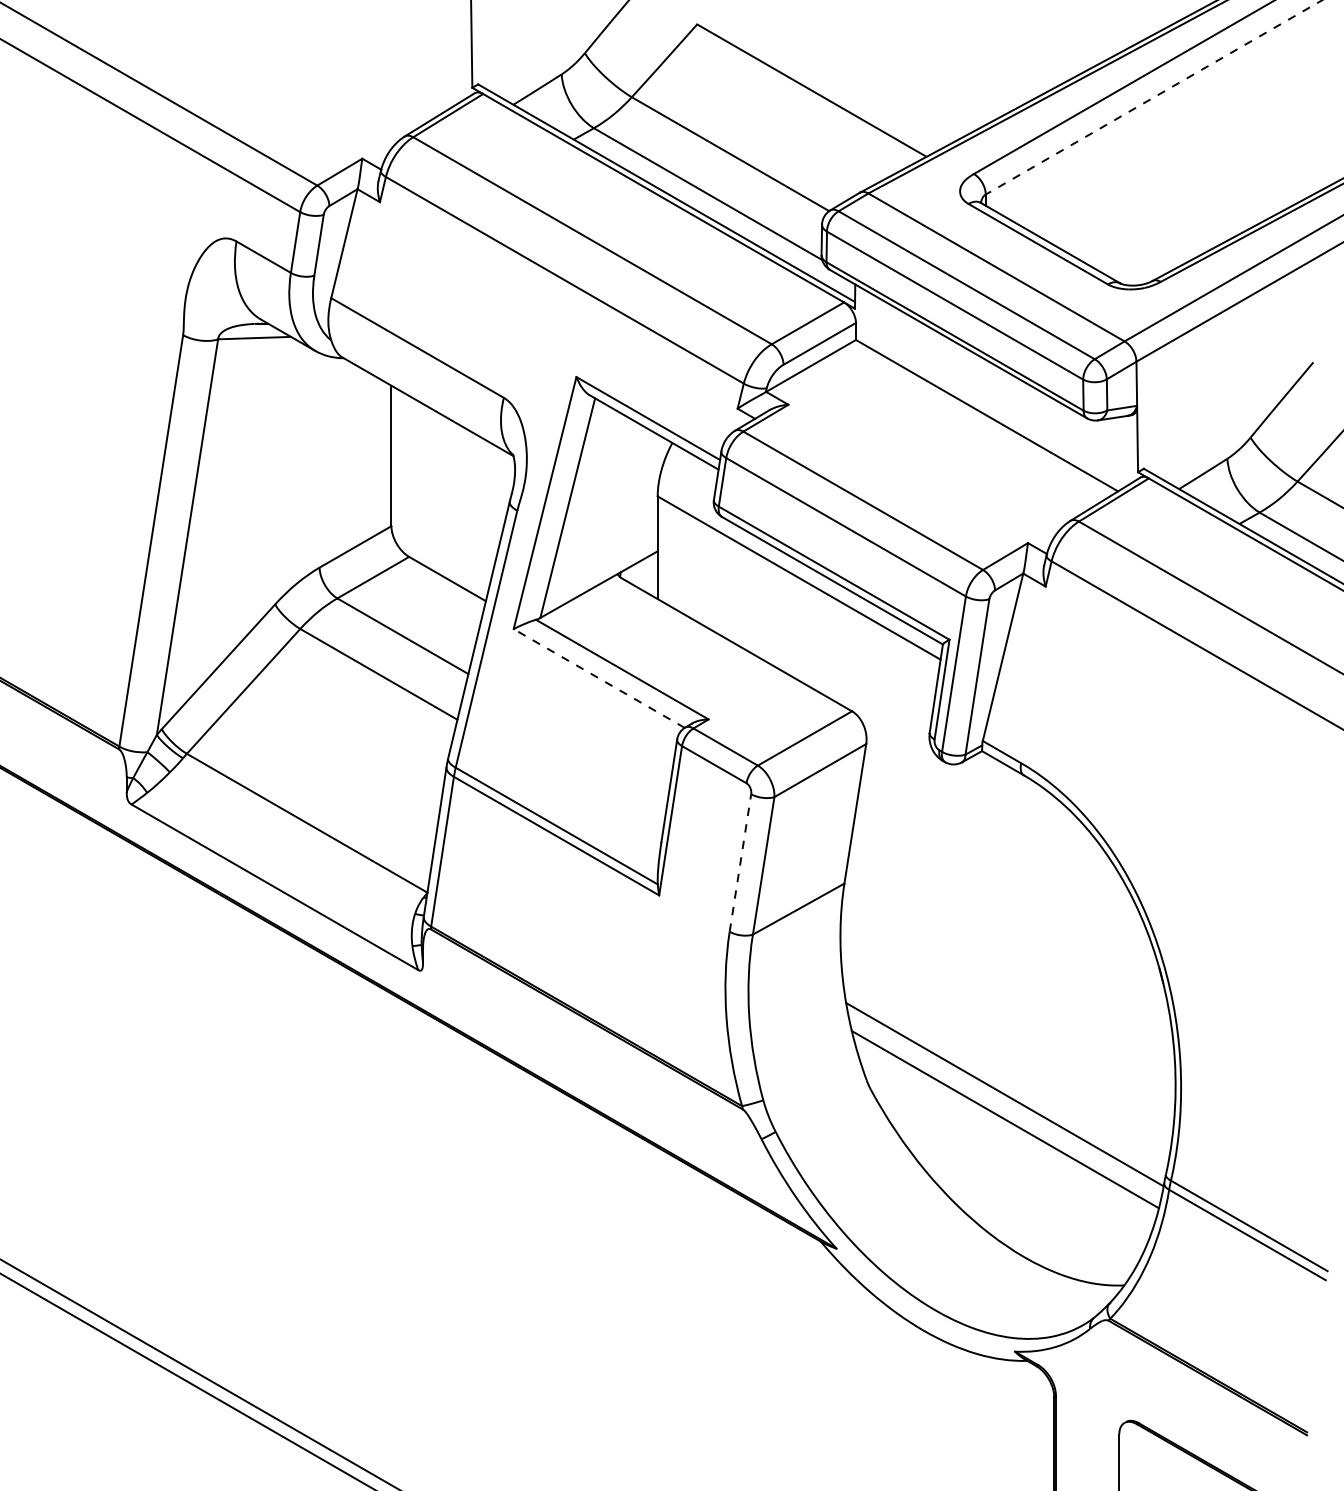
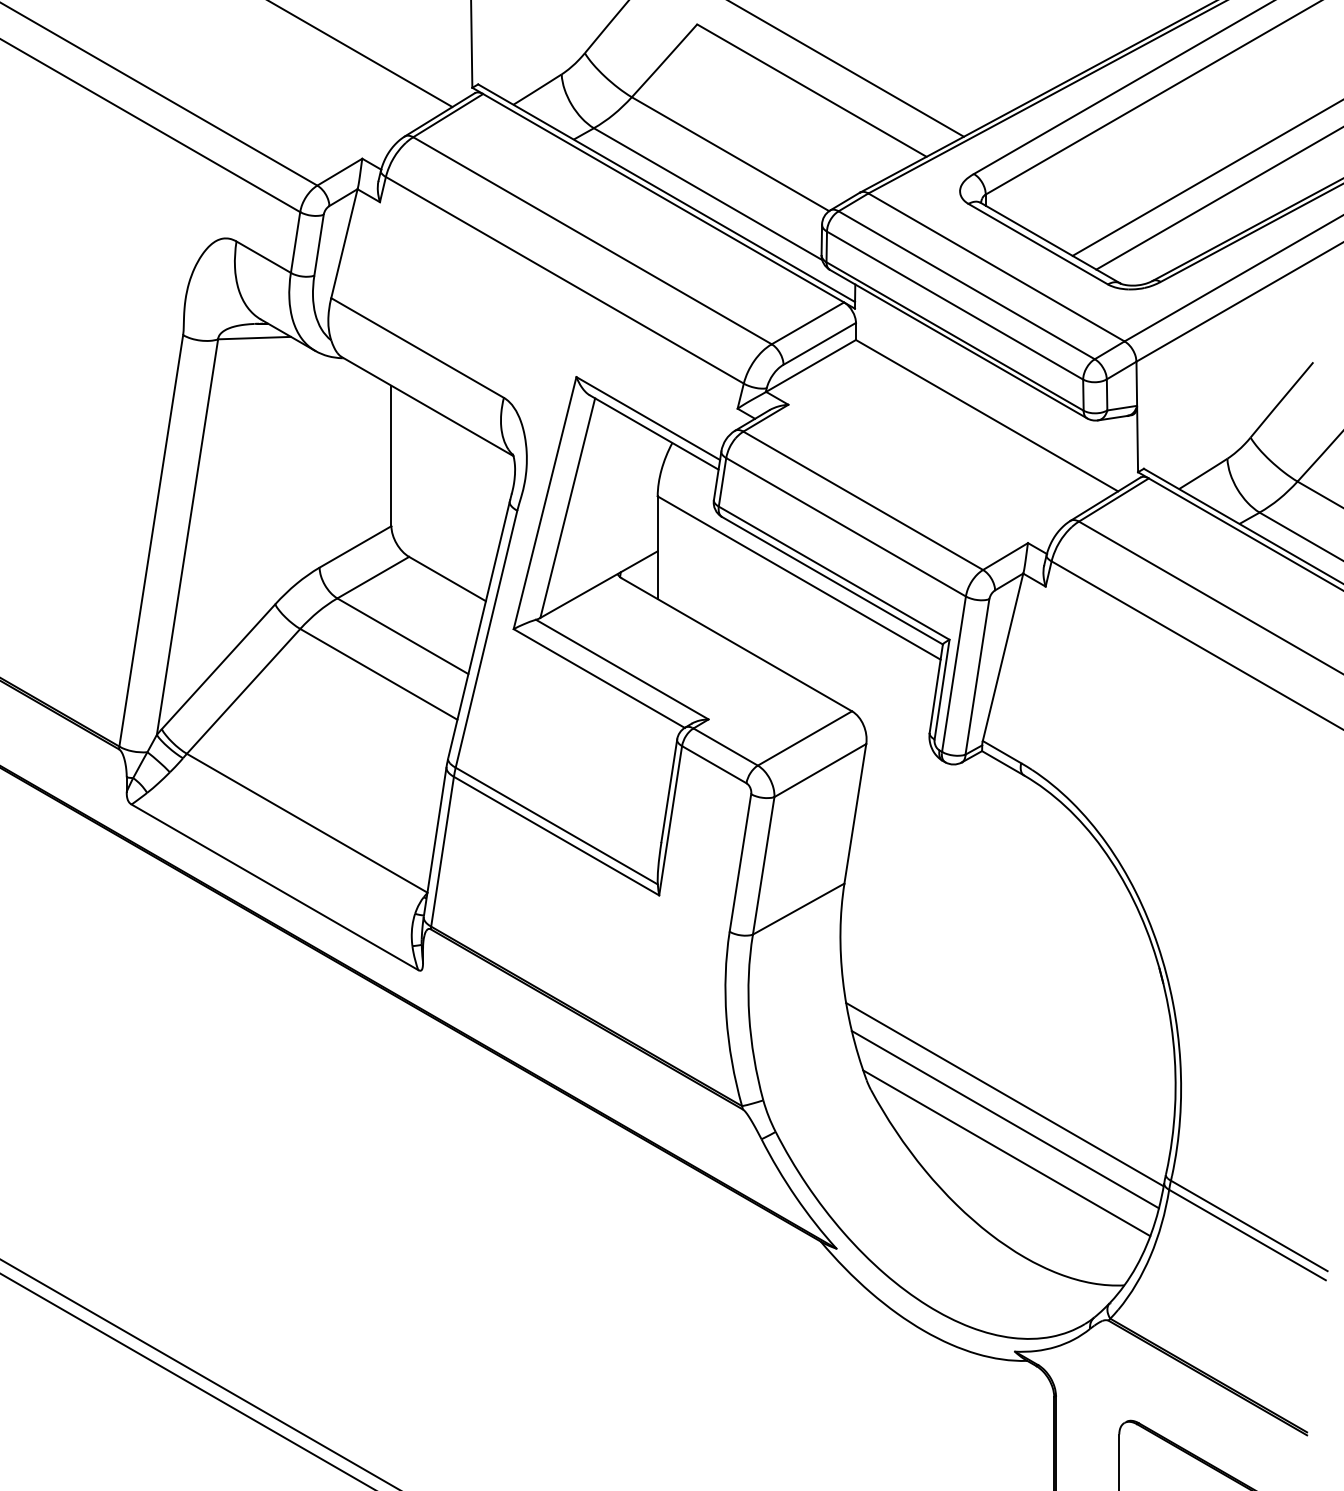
line at (361, 54): none -> present
line at (846, 69): none -> present
line at (1154, 97): dashed -> solid
line at (1206, 178): none -> present
line at (1218, 198): none -> present
line at (599, 678): dashed -> solid
line at (740, 862): dashed -> solid
line at (1006, 1153): none -> present
